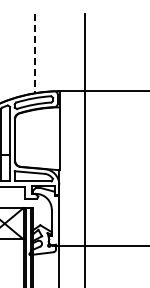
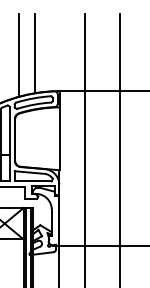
line at (34, 53): dashed -> solid
line at (19, 55): none -> present
line at (119, 149): none -> present
